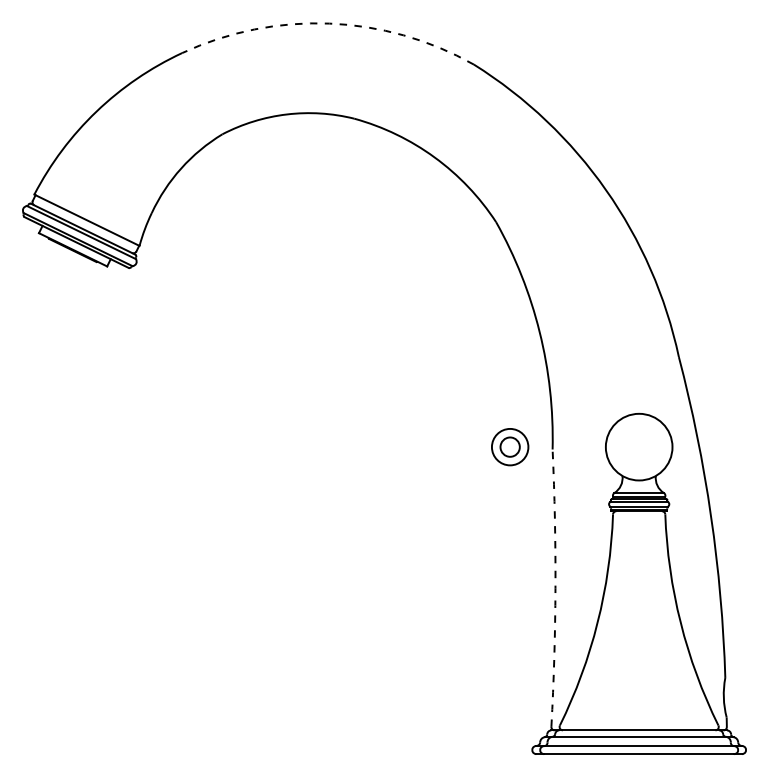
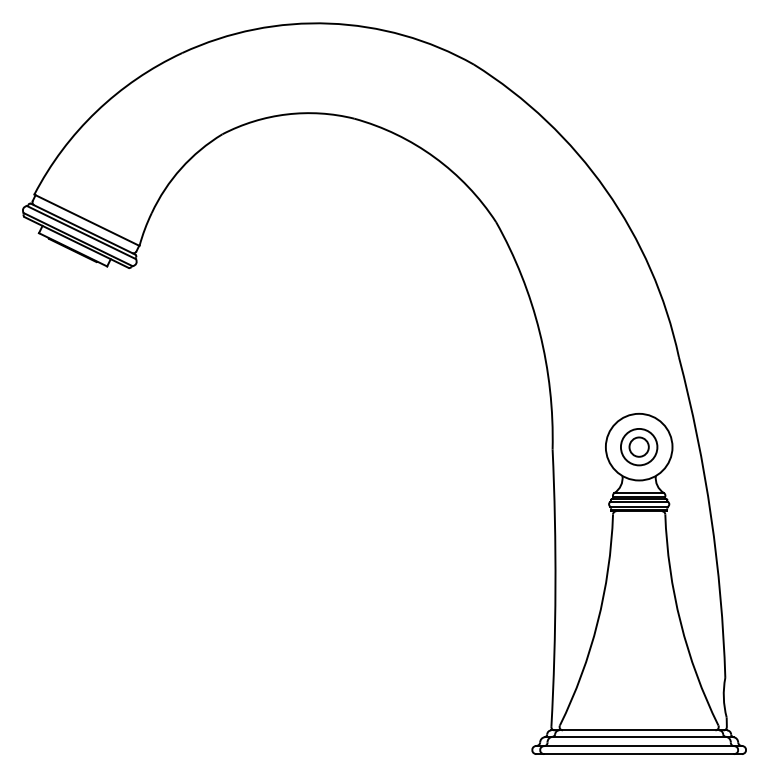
arc at (329, 23): dashed -> solid
part at (510, 447) position: (510, 447) -> (639, 447)
arc at (555, 588): dashed -> solid
